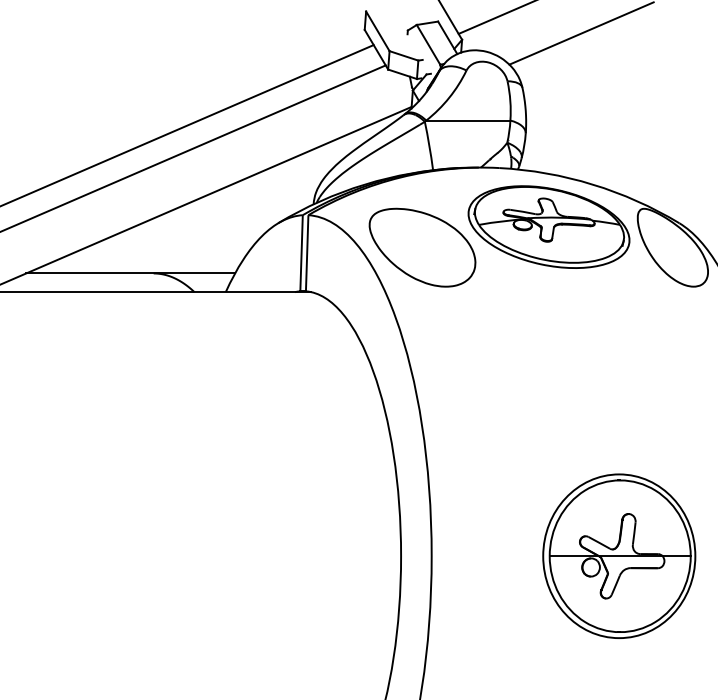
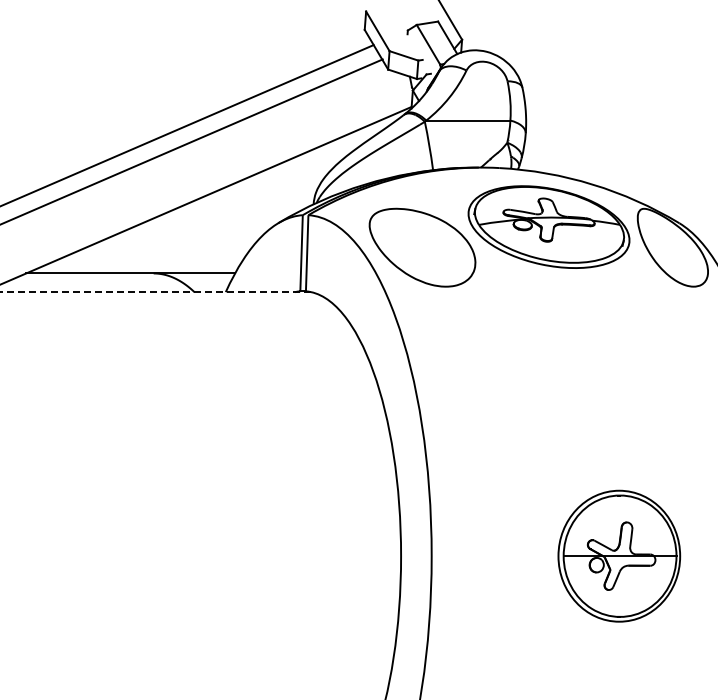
line at (495, 17): present -> none
line at (581, 33): present -> none
line at (193, 148) position: (193, 148) -> (192, 141)
line at (155, 292): solid -> dashed
part at (619, 555) size: 155x166 px -> 125x134 px
